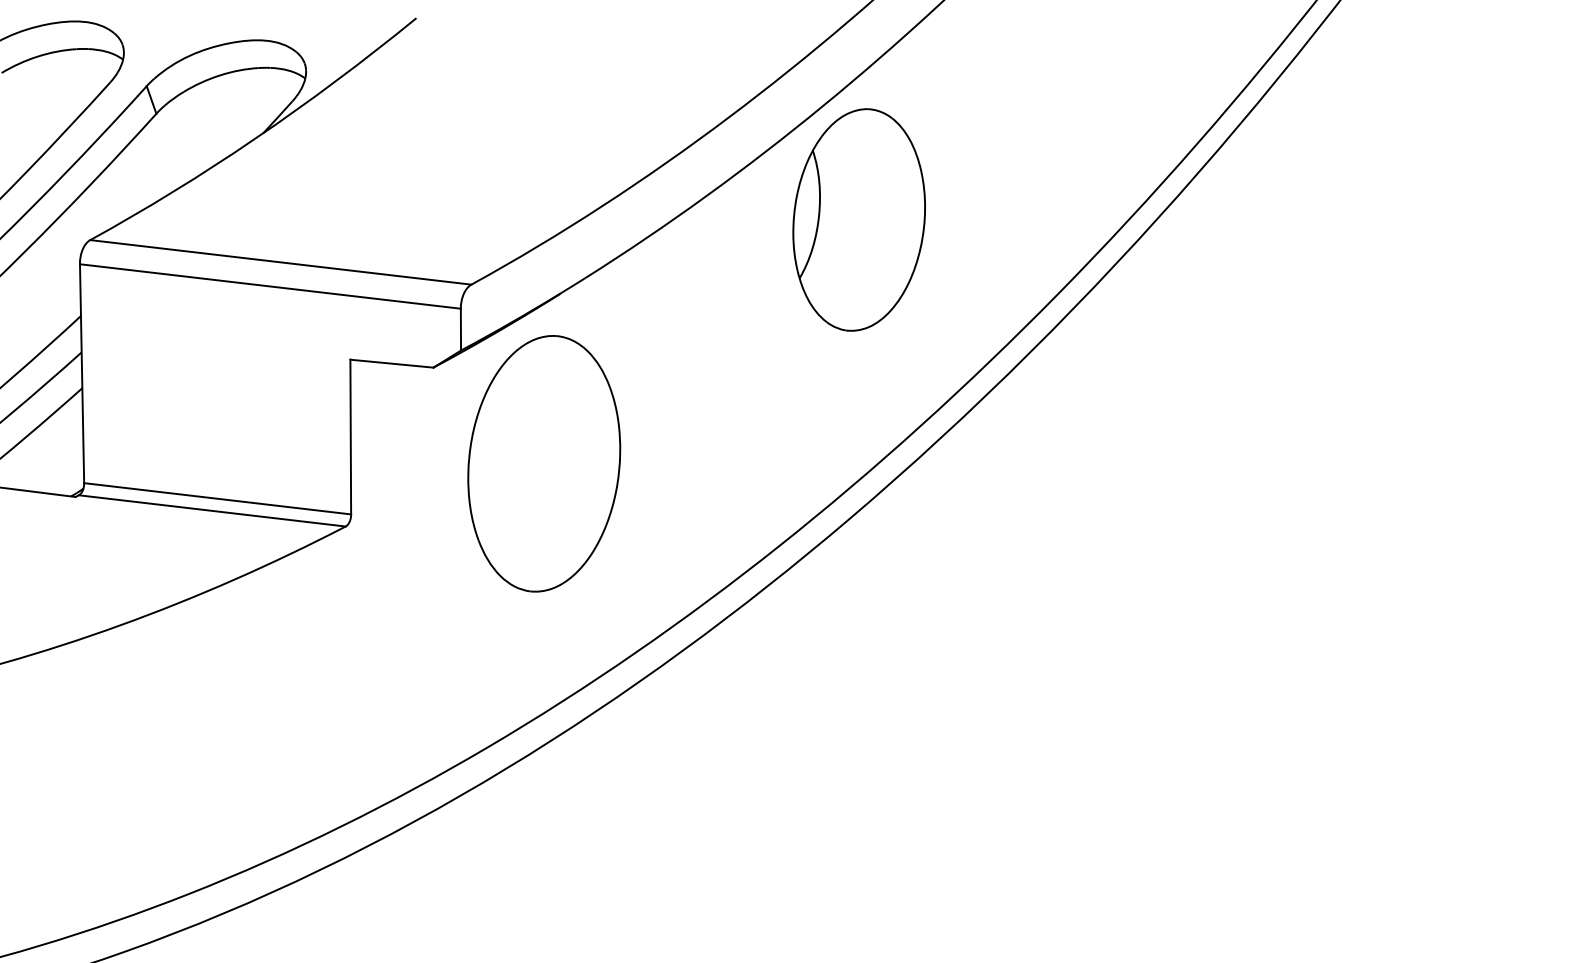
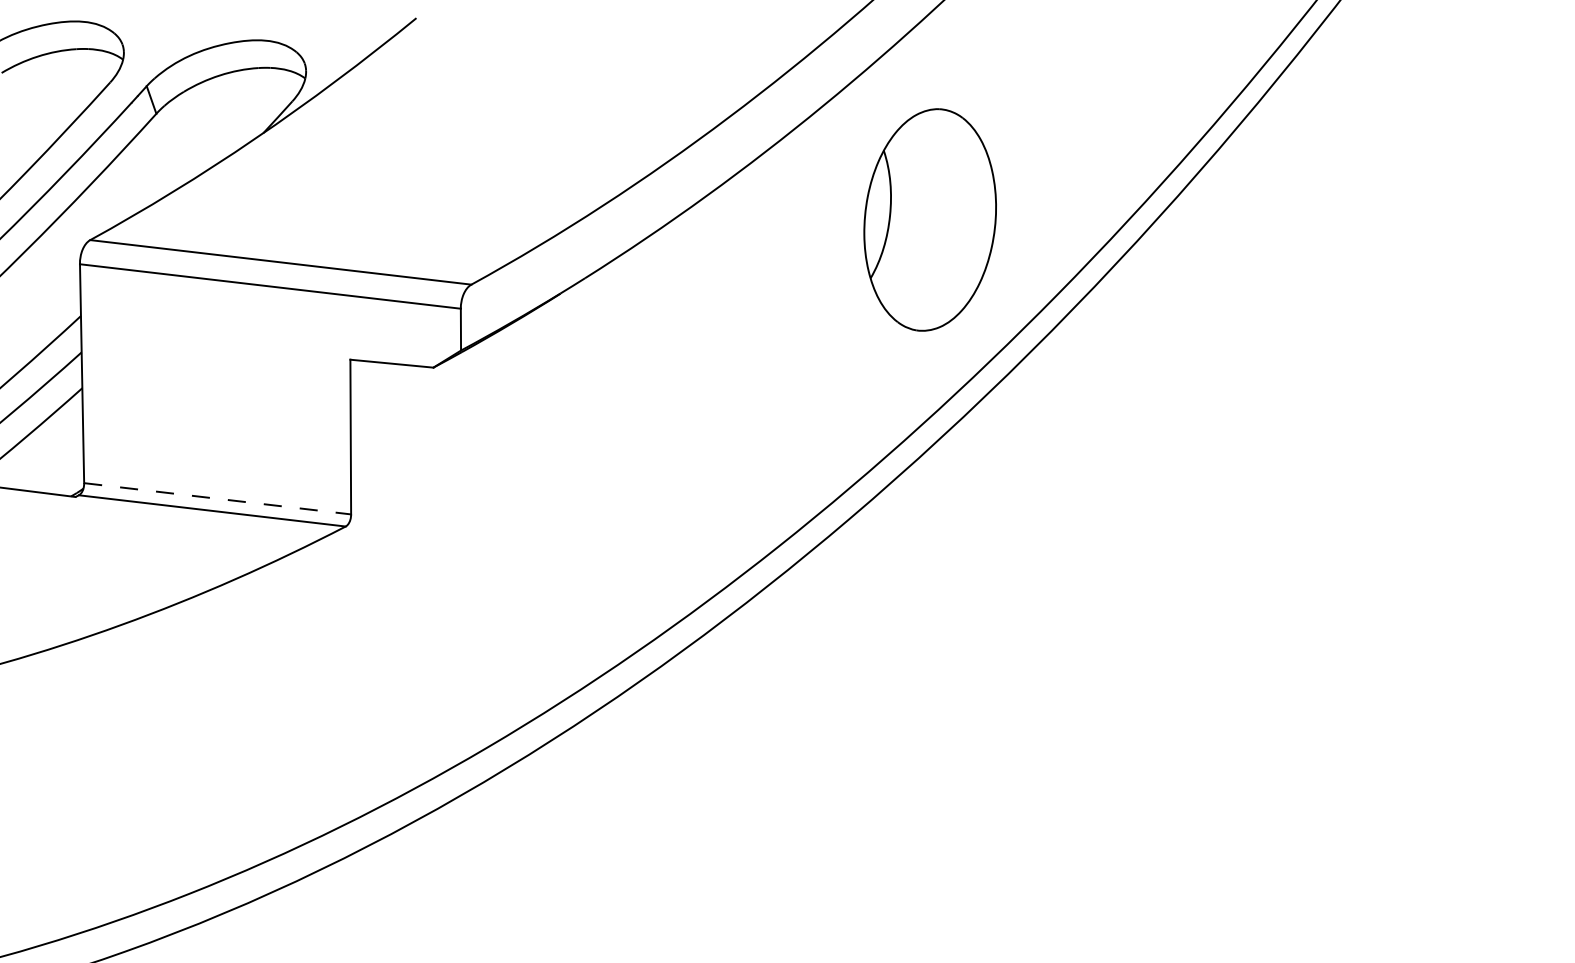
part at (858, 219) position: (858, 219) -> (929, 219)
part at (544, 463): present -> none
line at (218, 498): solid -> dashed
